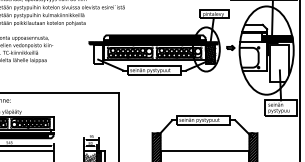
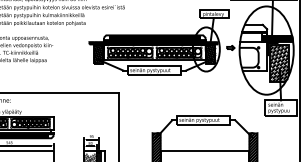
hatch at (98, 53): none -> present
hatch at (279, 62): none -> present
